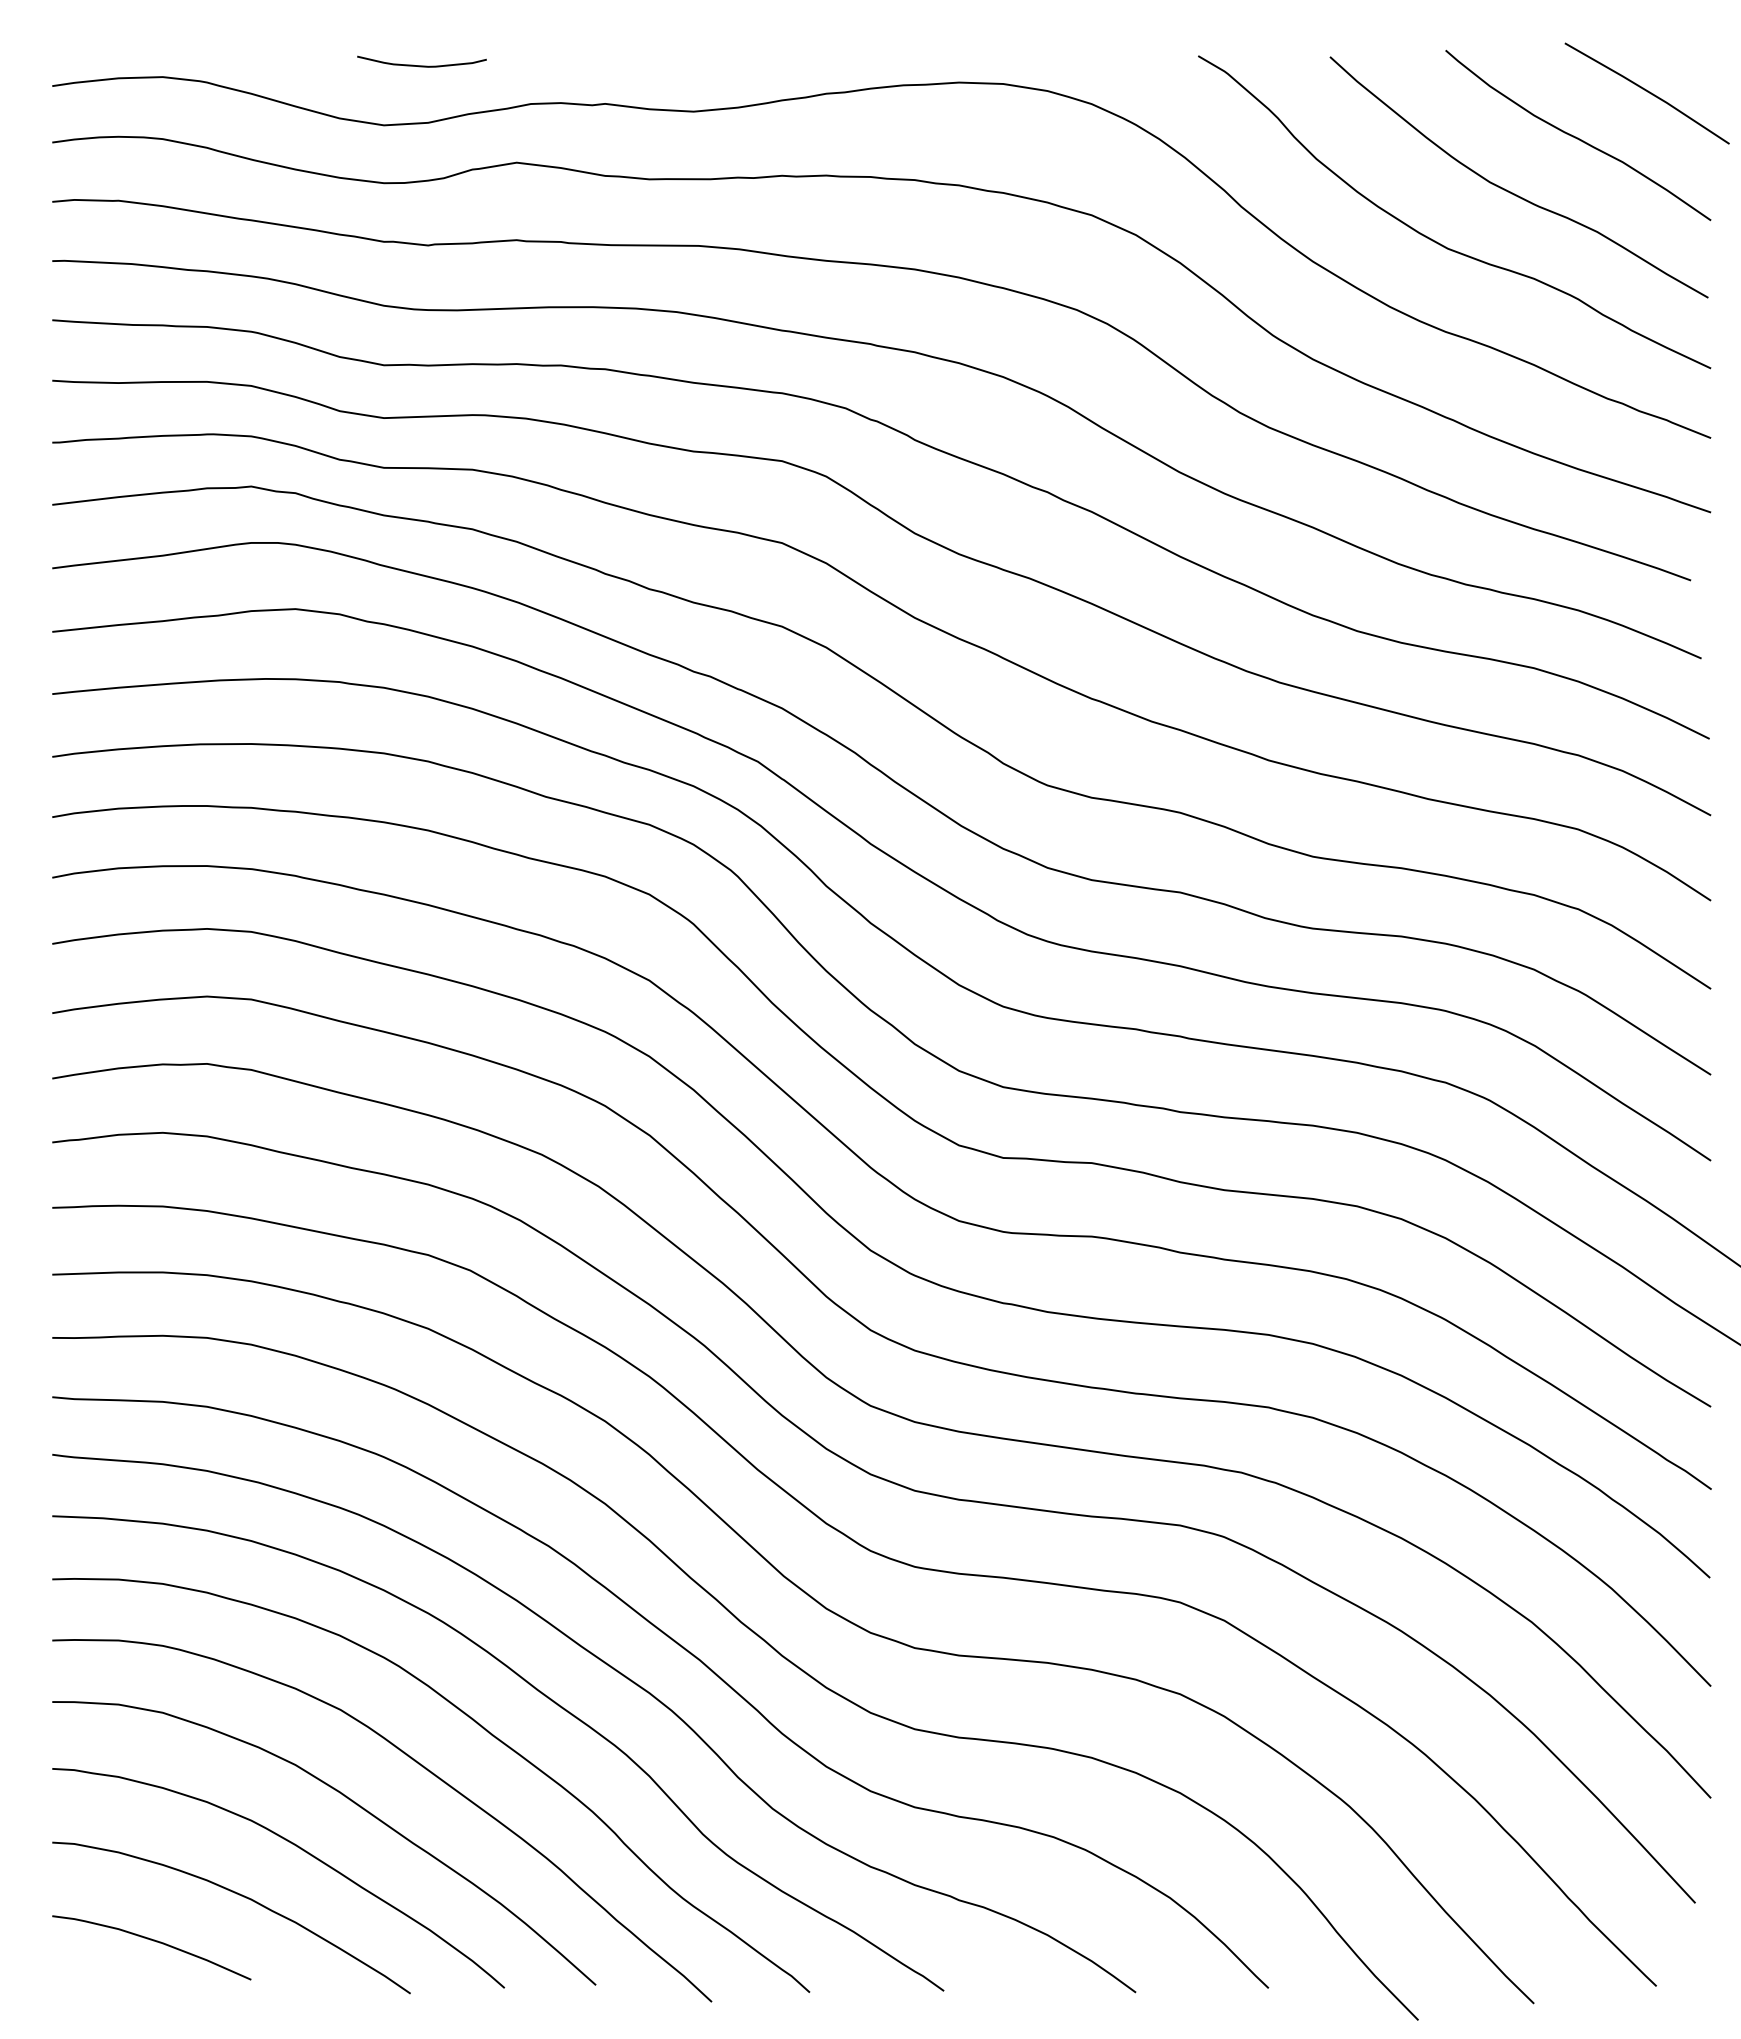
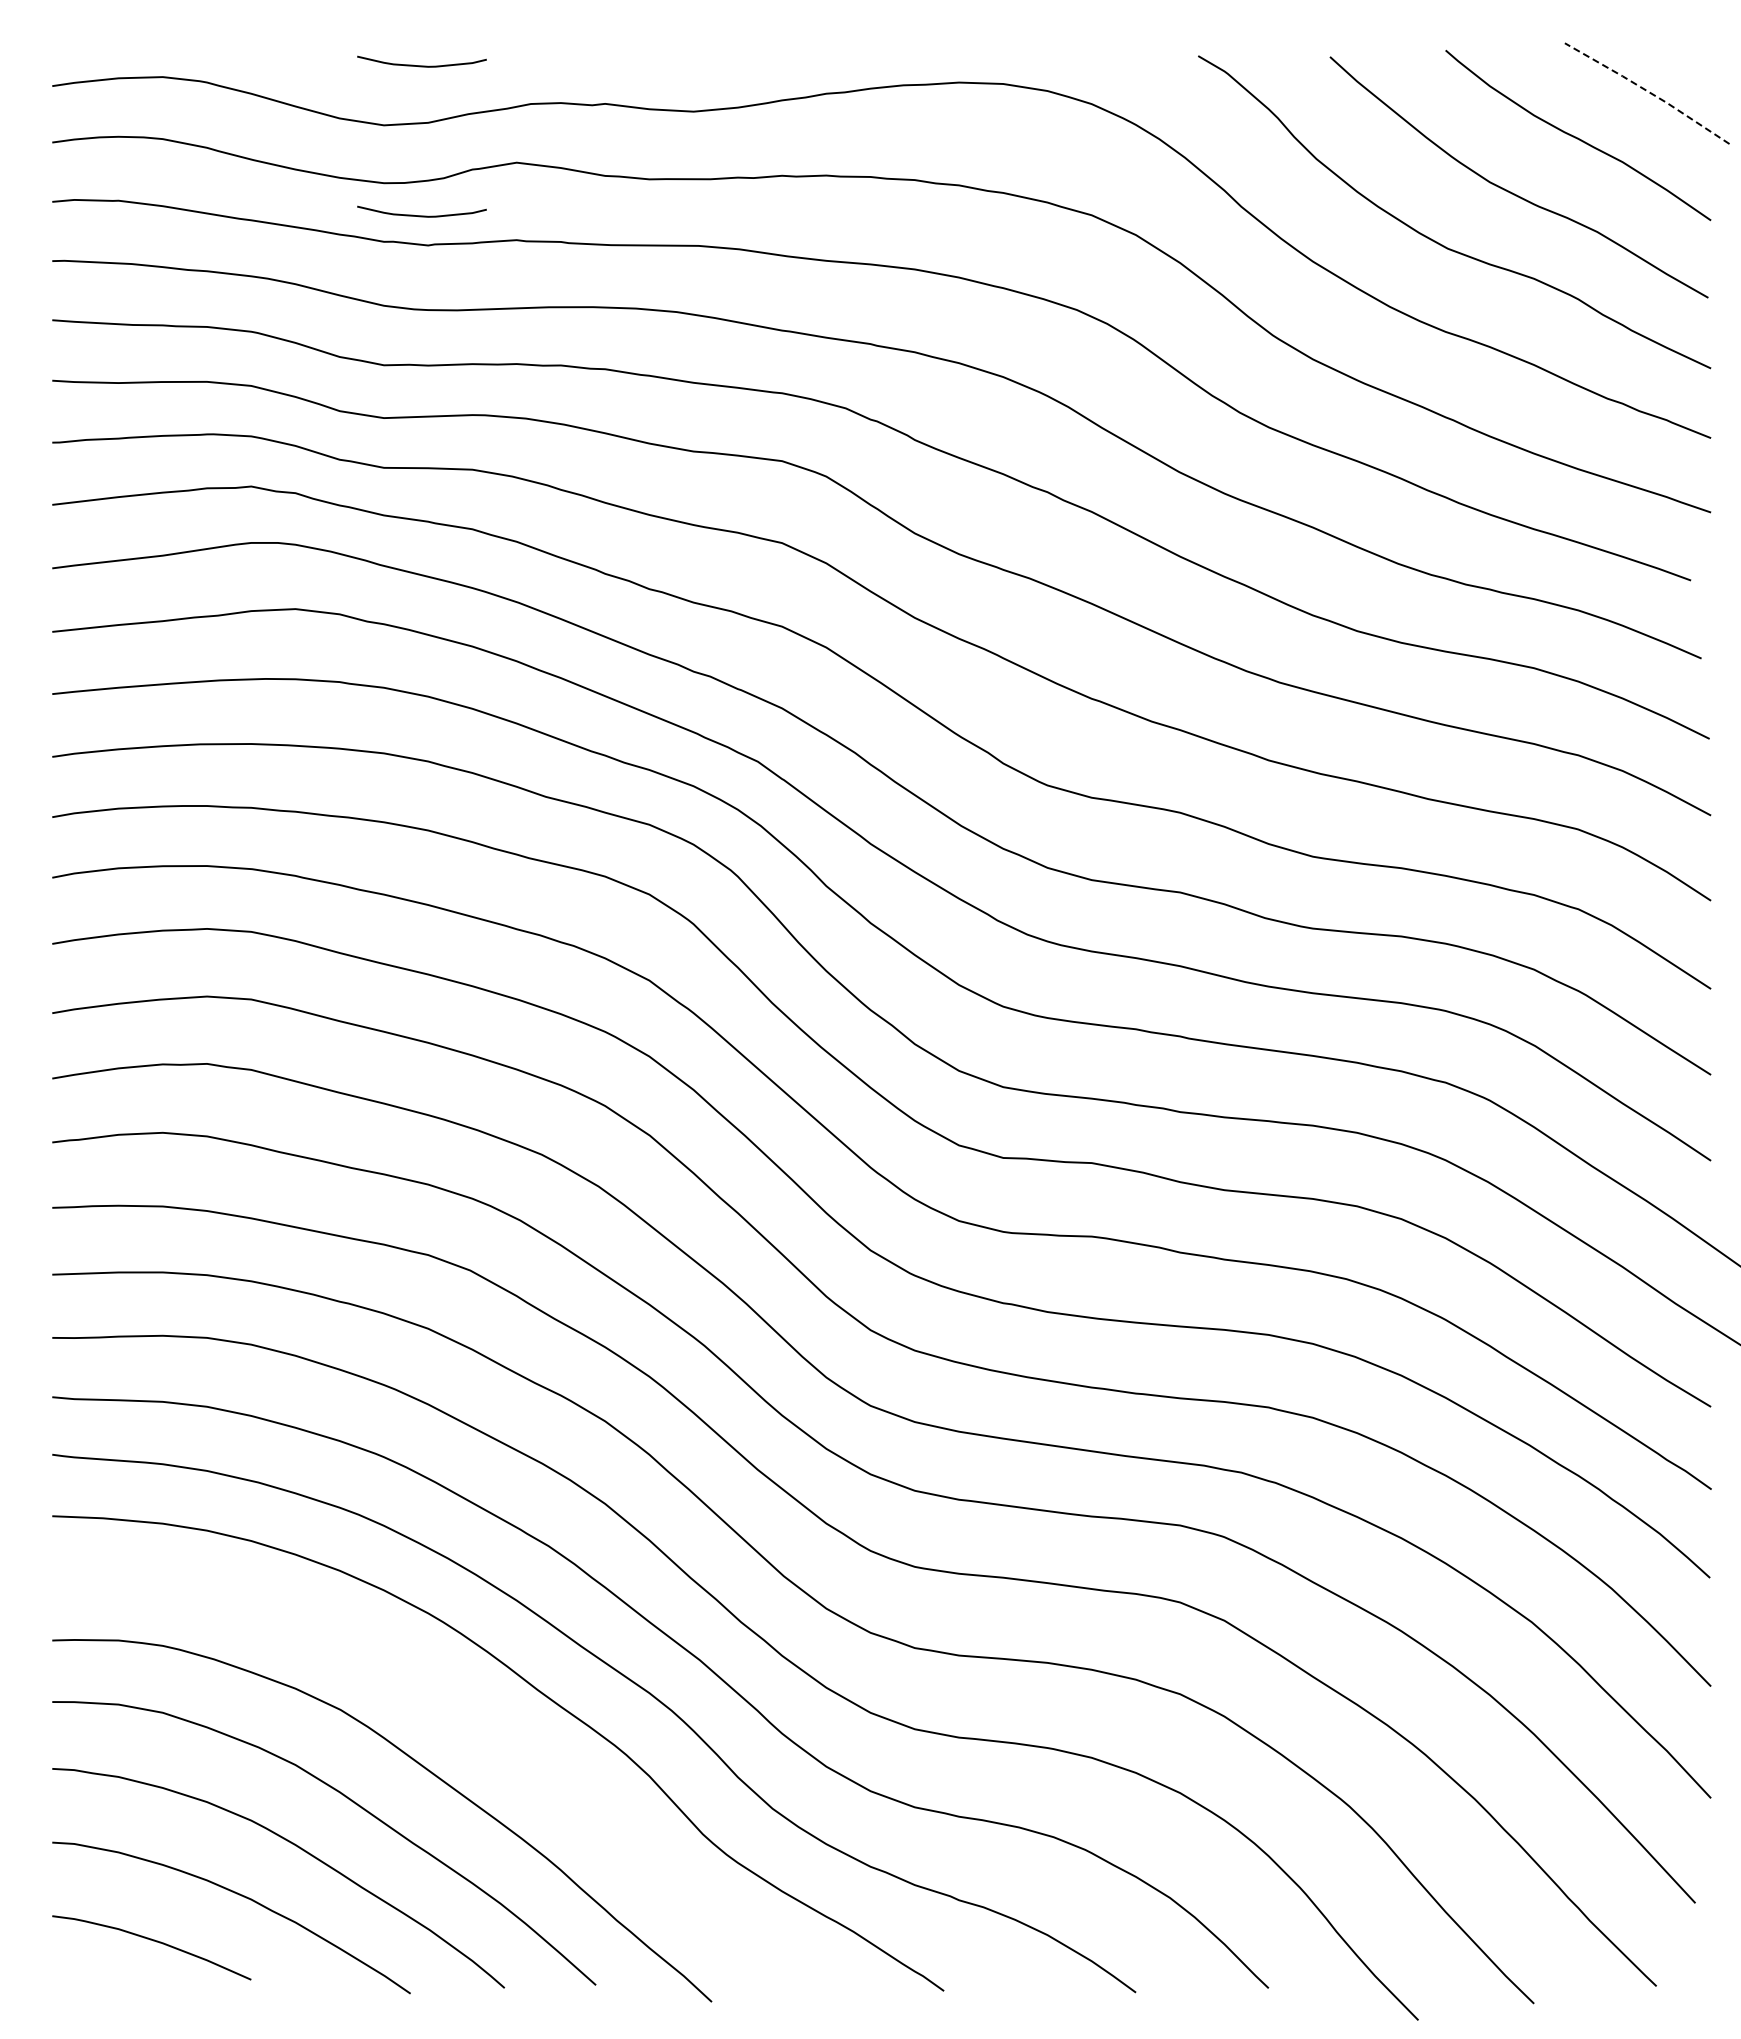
line at (1648, 91): solid -> dashed
curve at (421, 215): none -> present
curve at (478, 1725): present -> none
